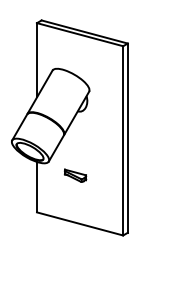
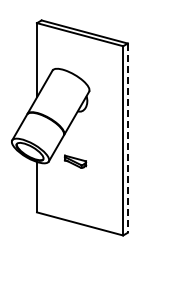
line at (127, 138): solid -> dashed
part at (75, 175) position: (75, 175) -> (75, 161)
